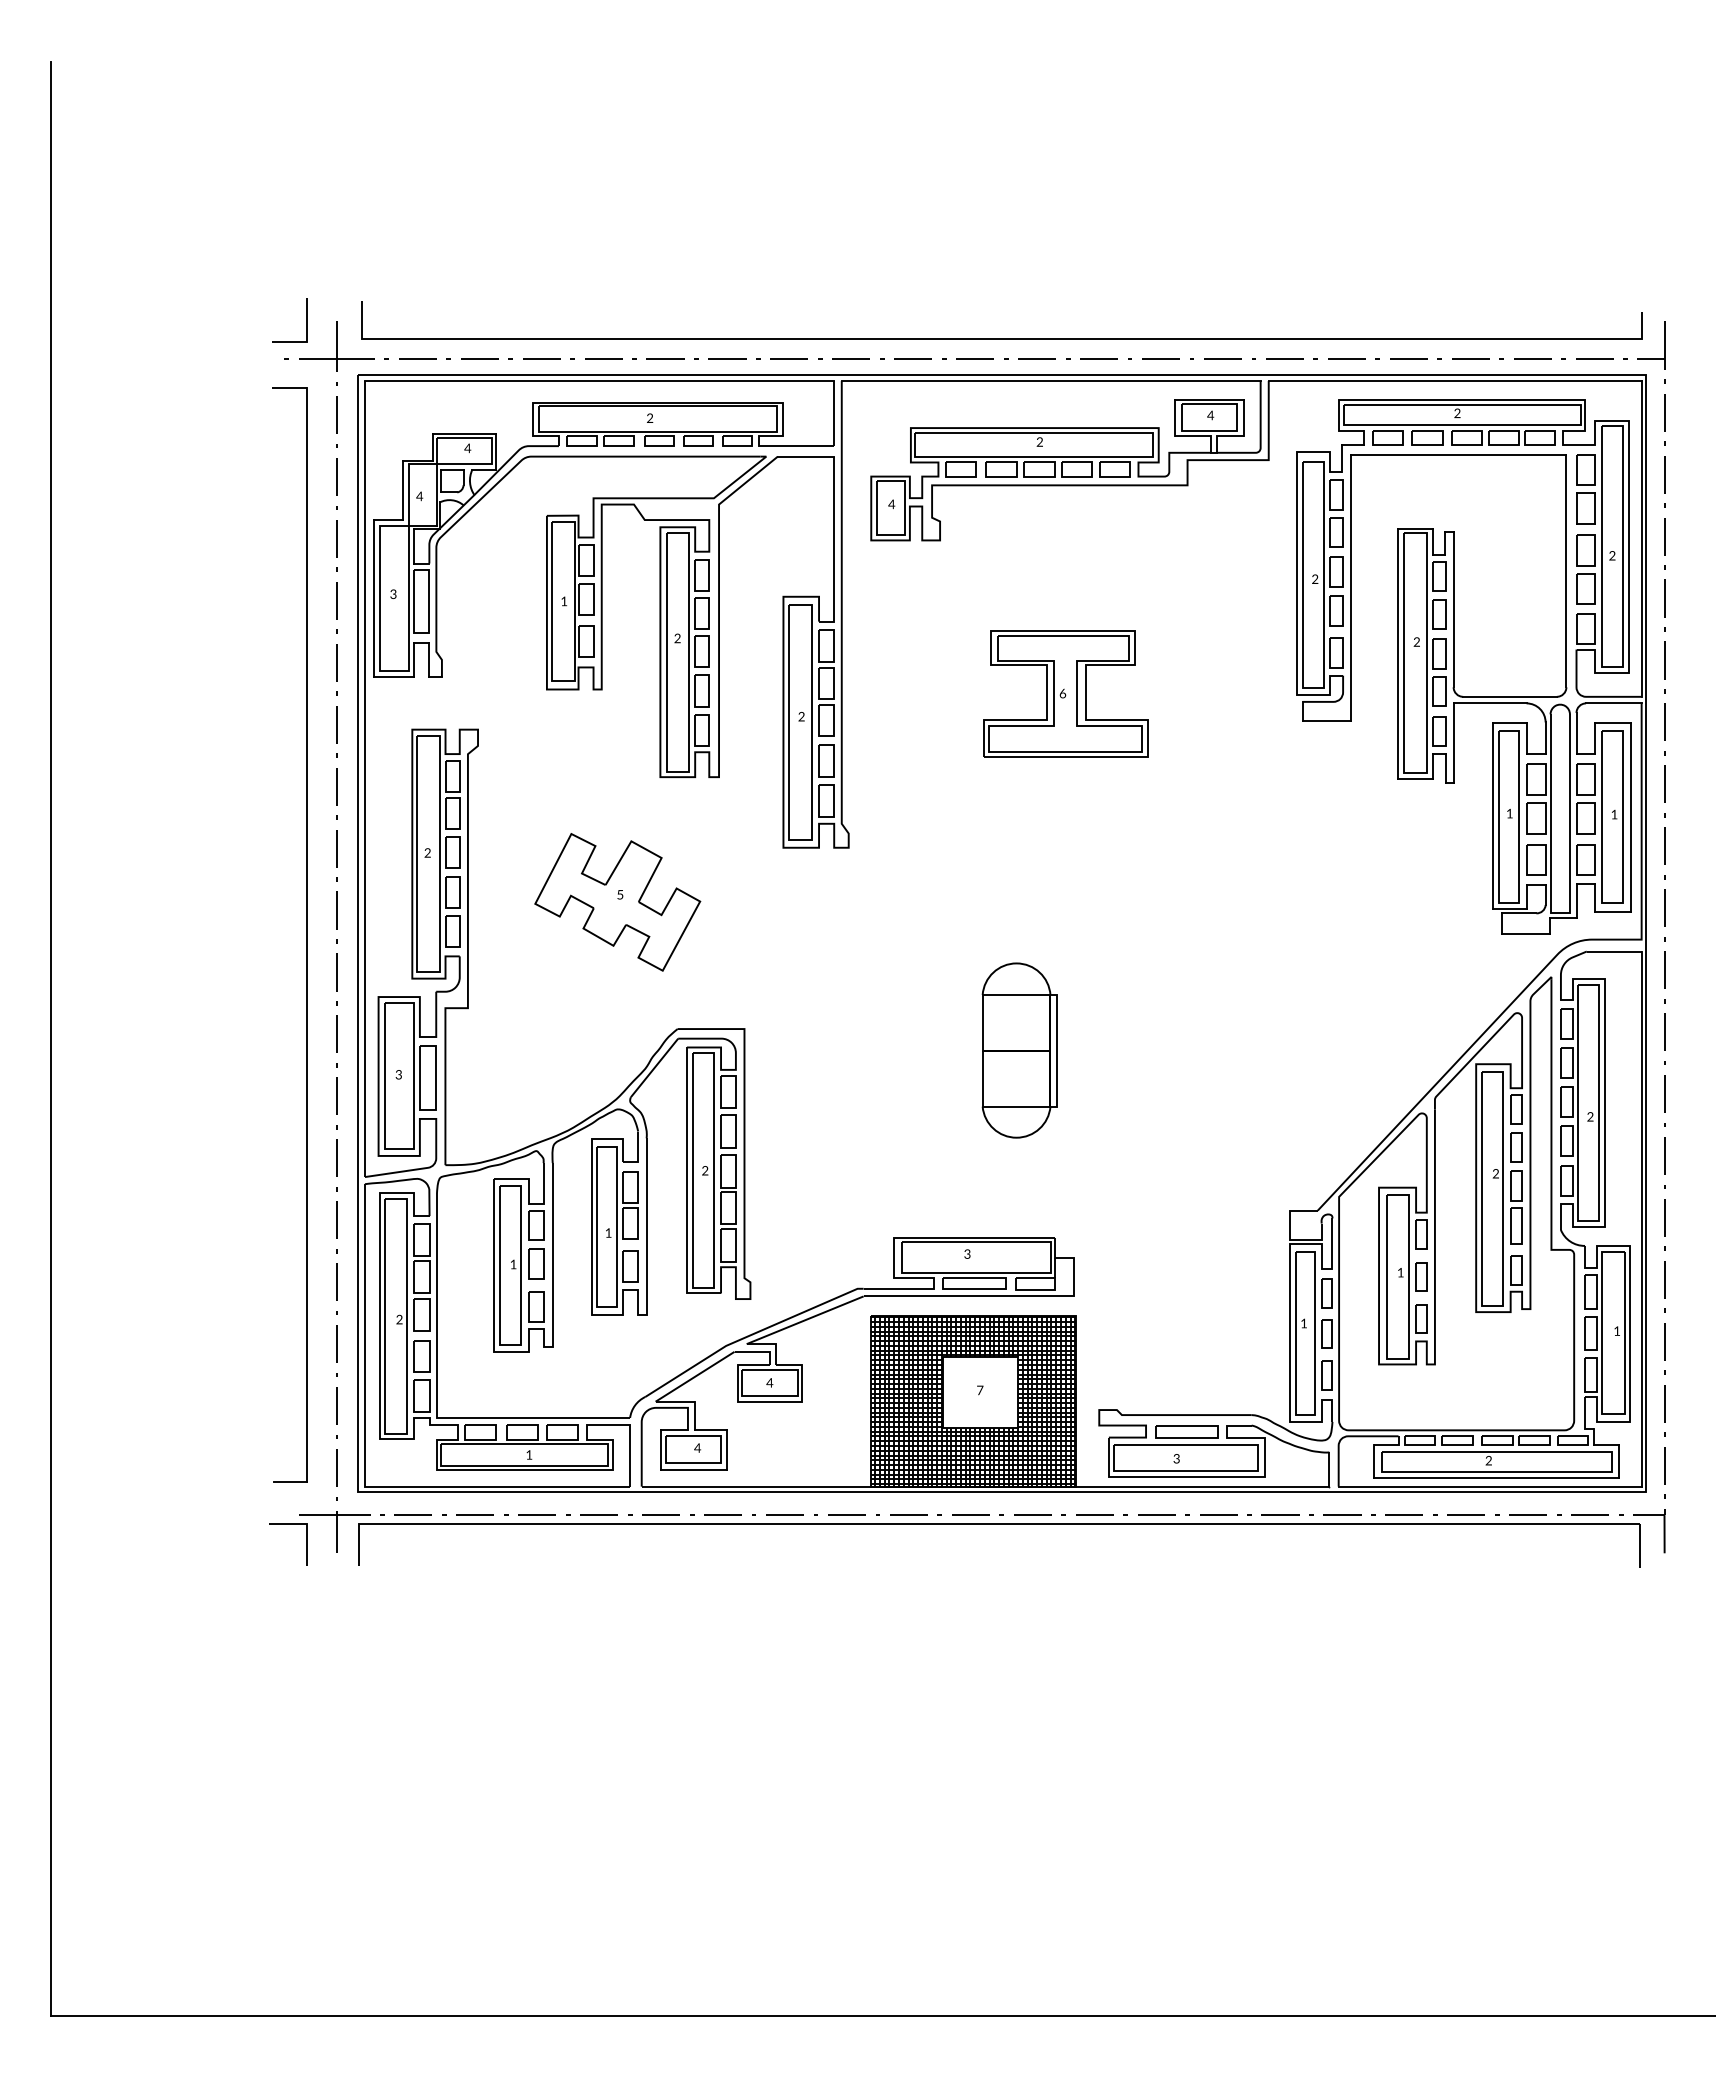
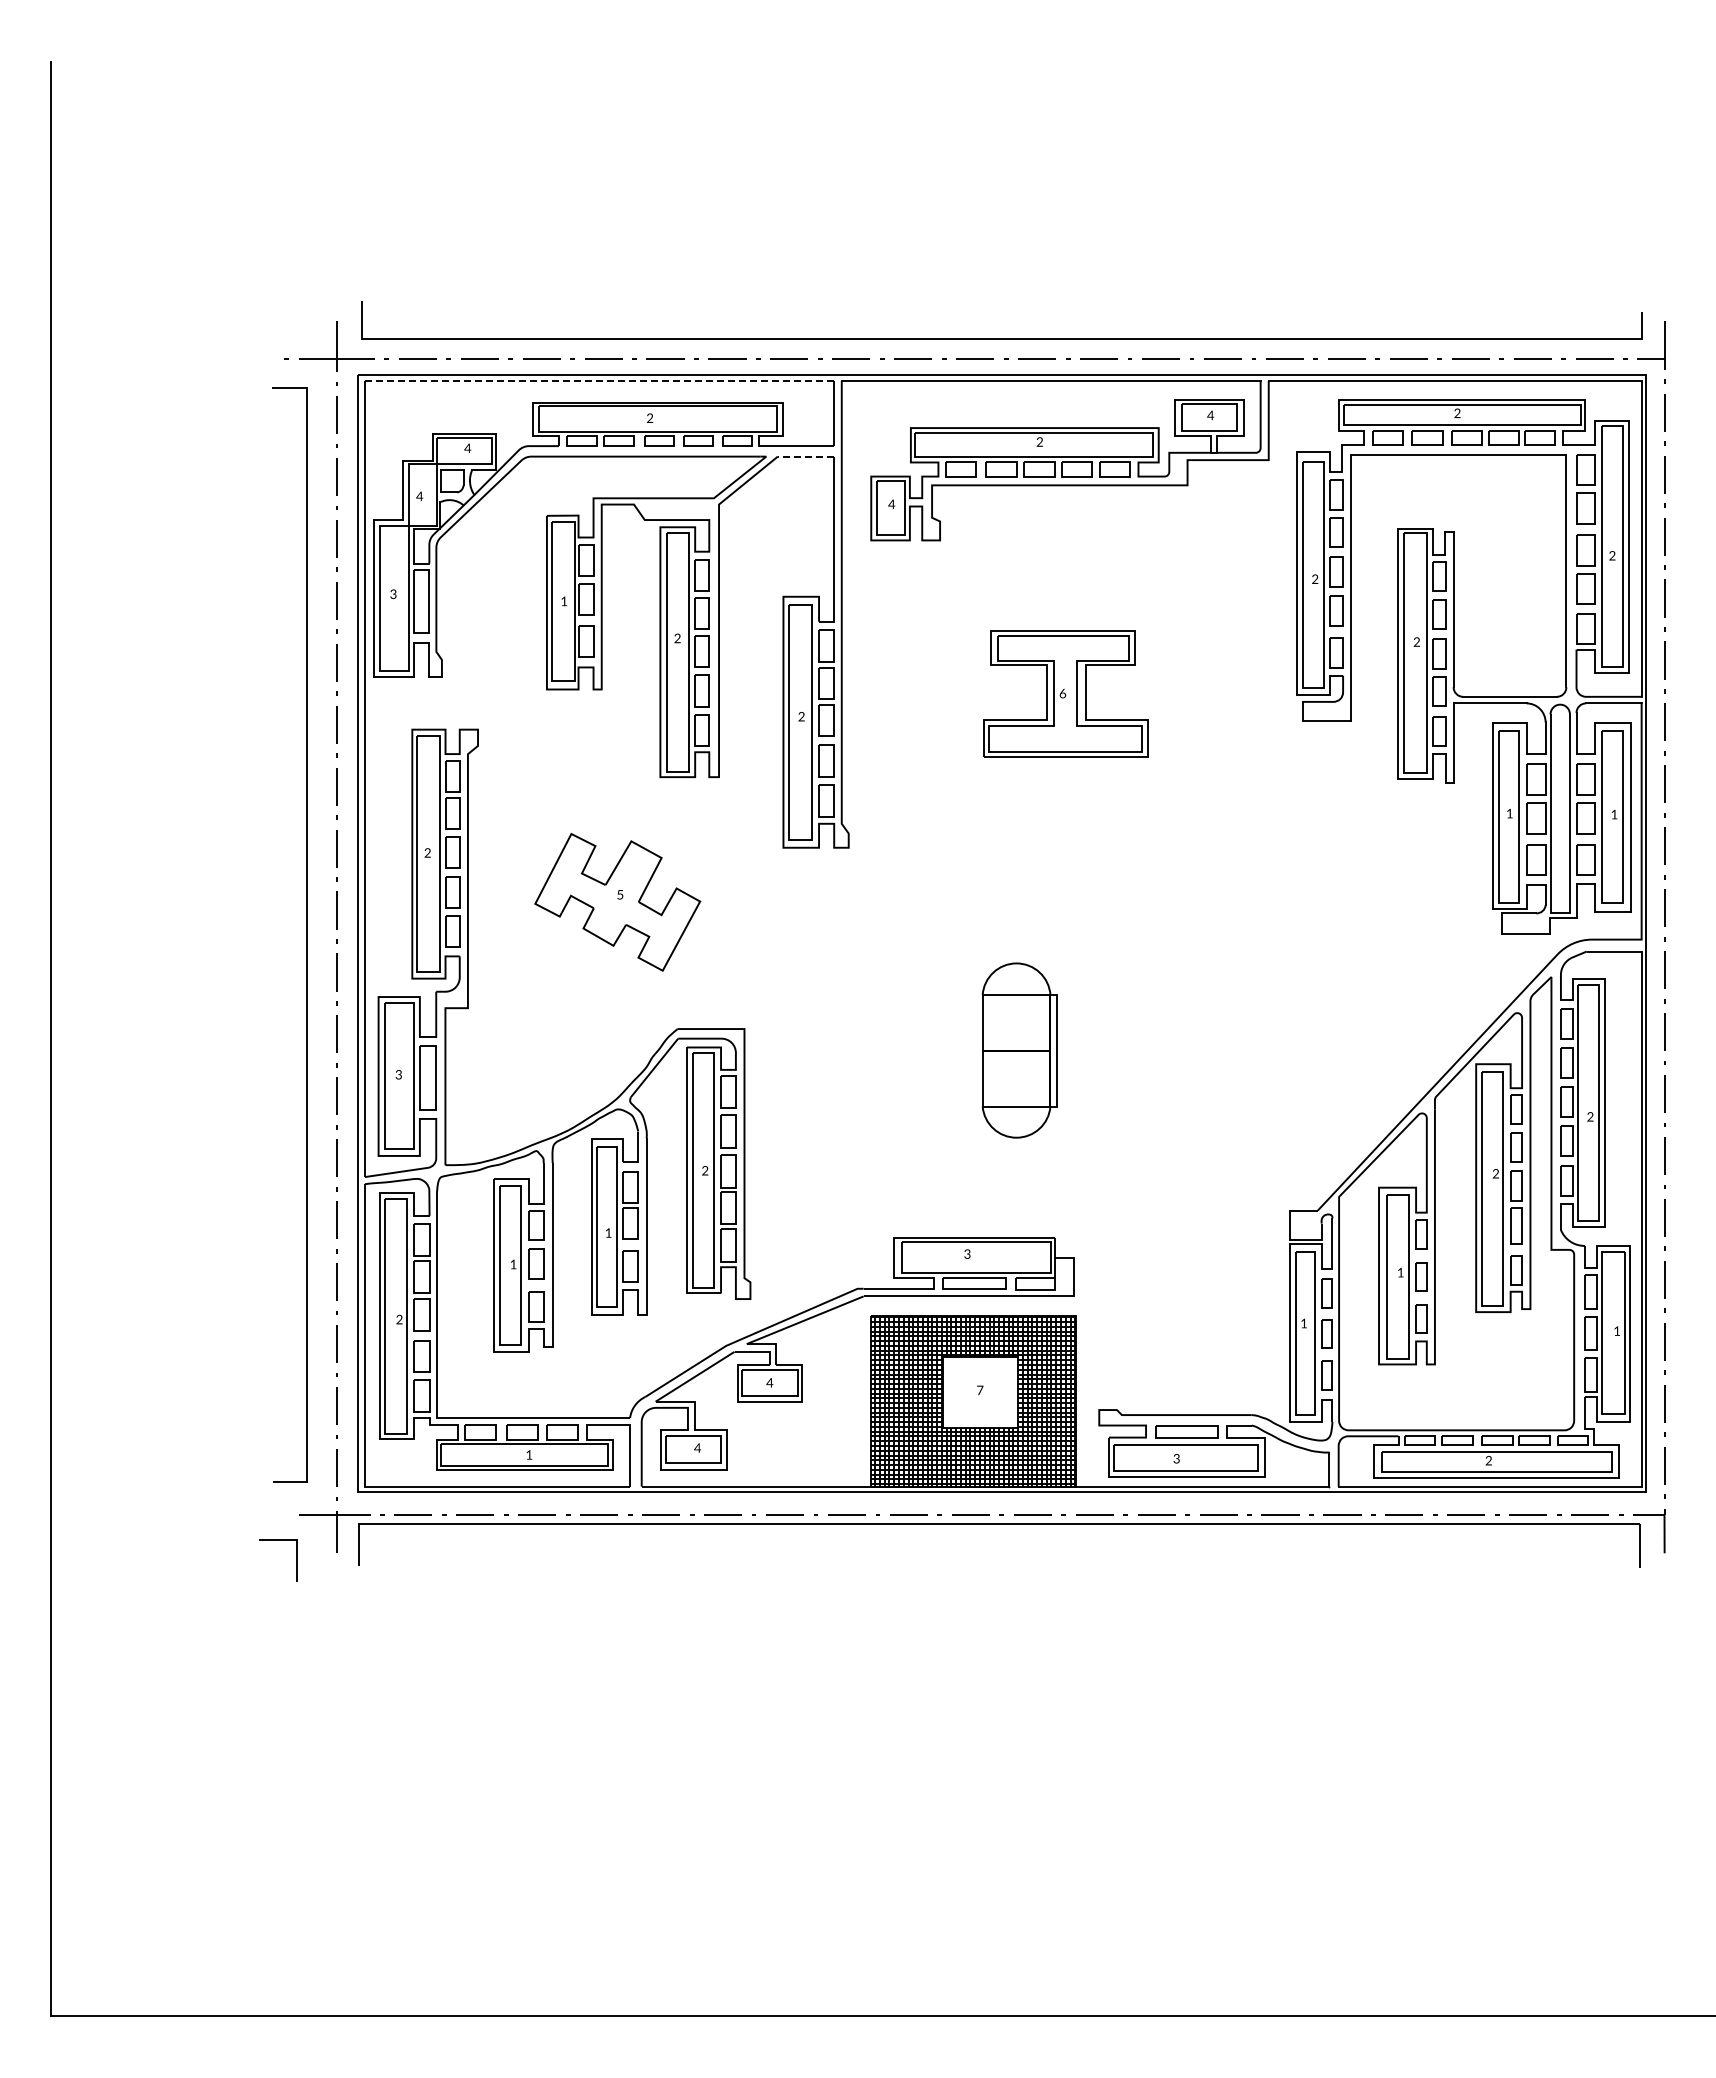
line at (306, 320): present -> none
line at (599, 380): solid -> dashed
line at (805, 456): solid -> dashed
line at (306, 1544) position: (306, 1544) -> (296, 1560)
